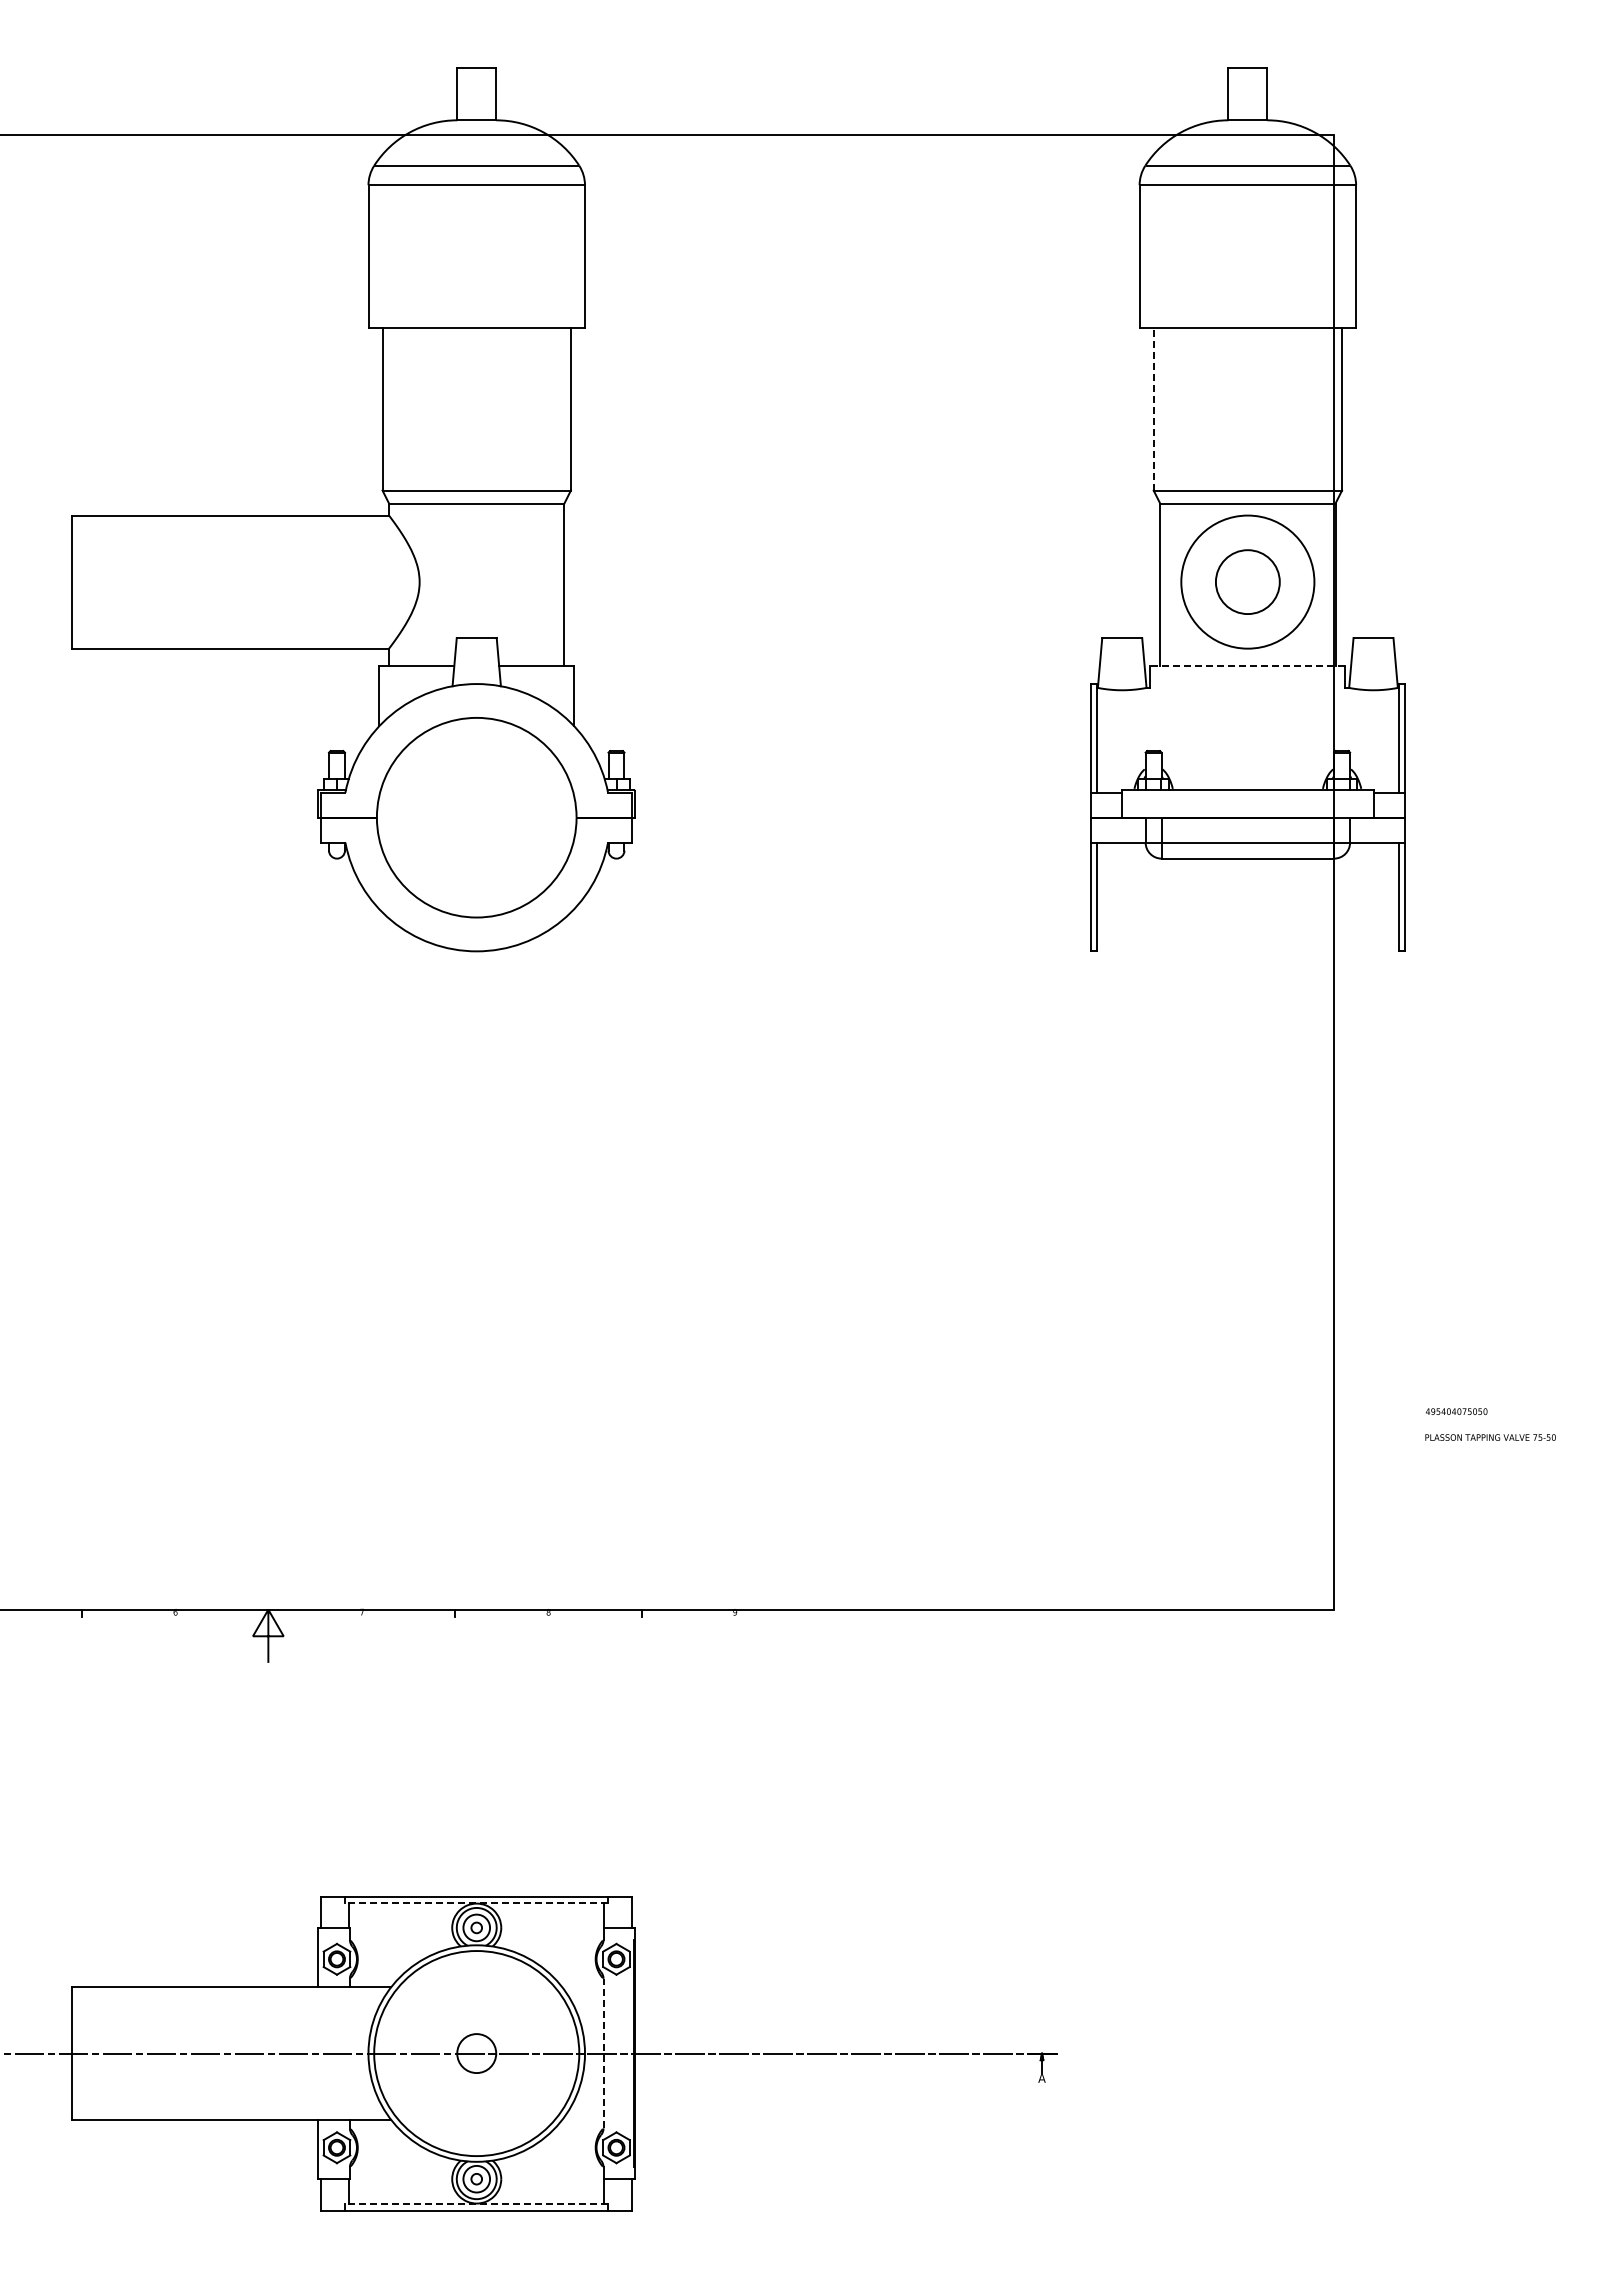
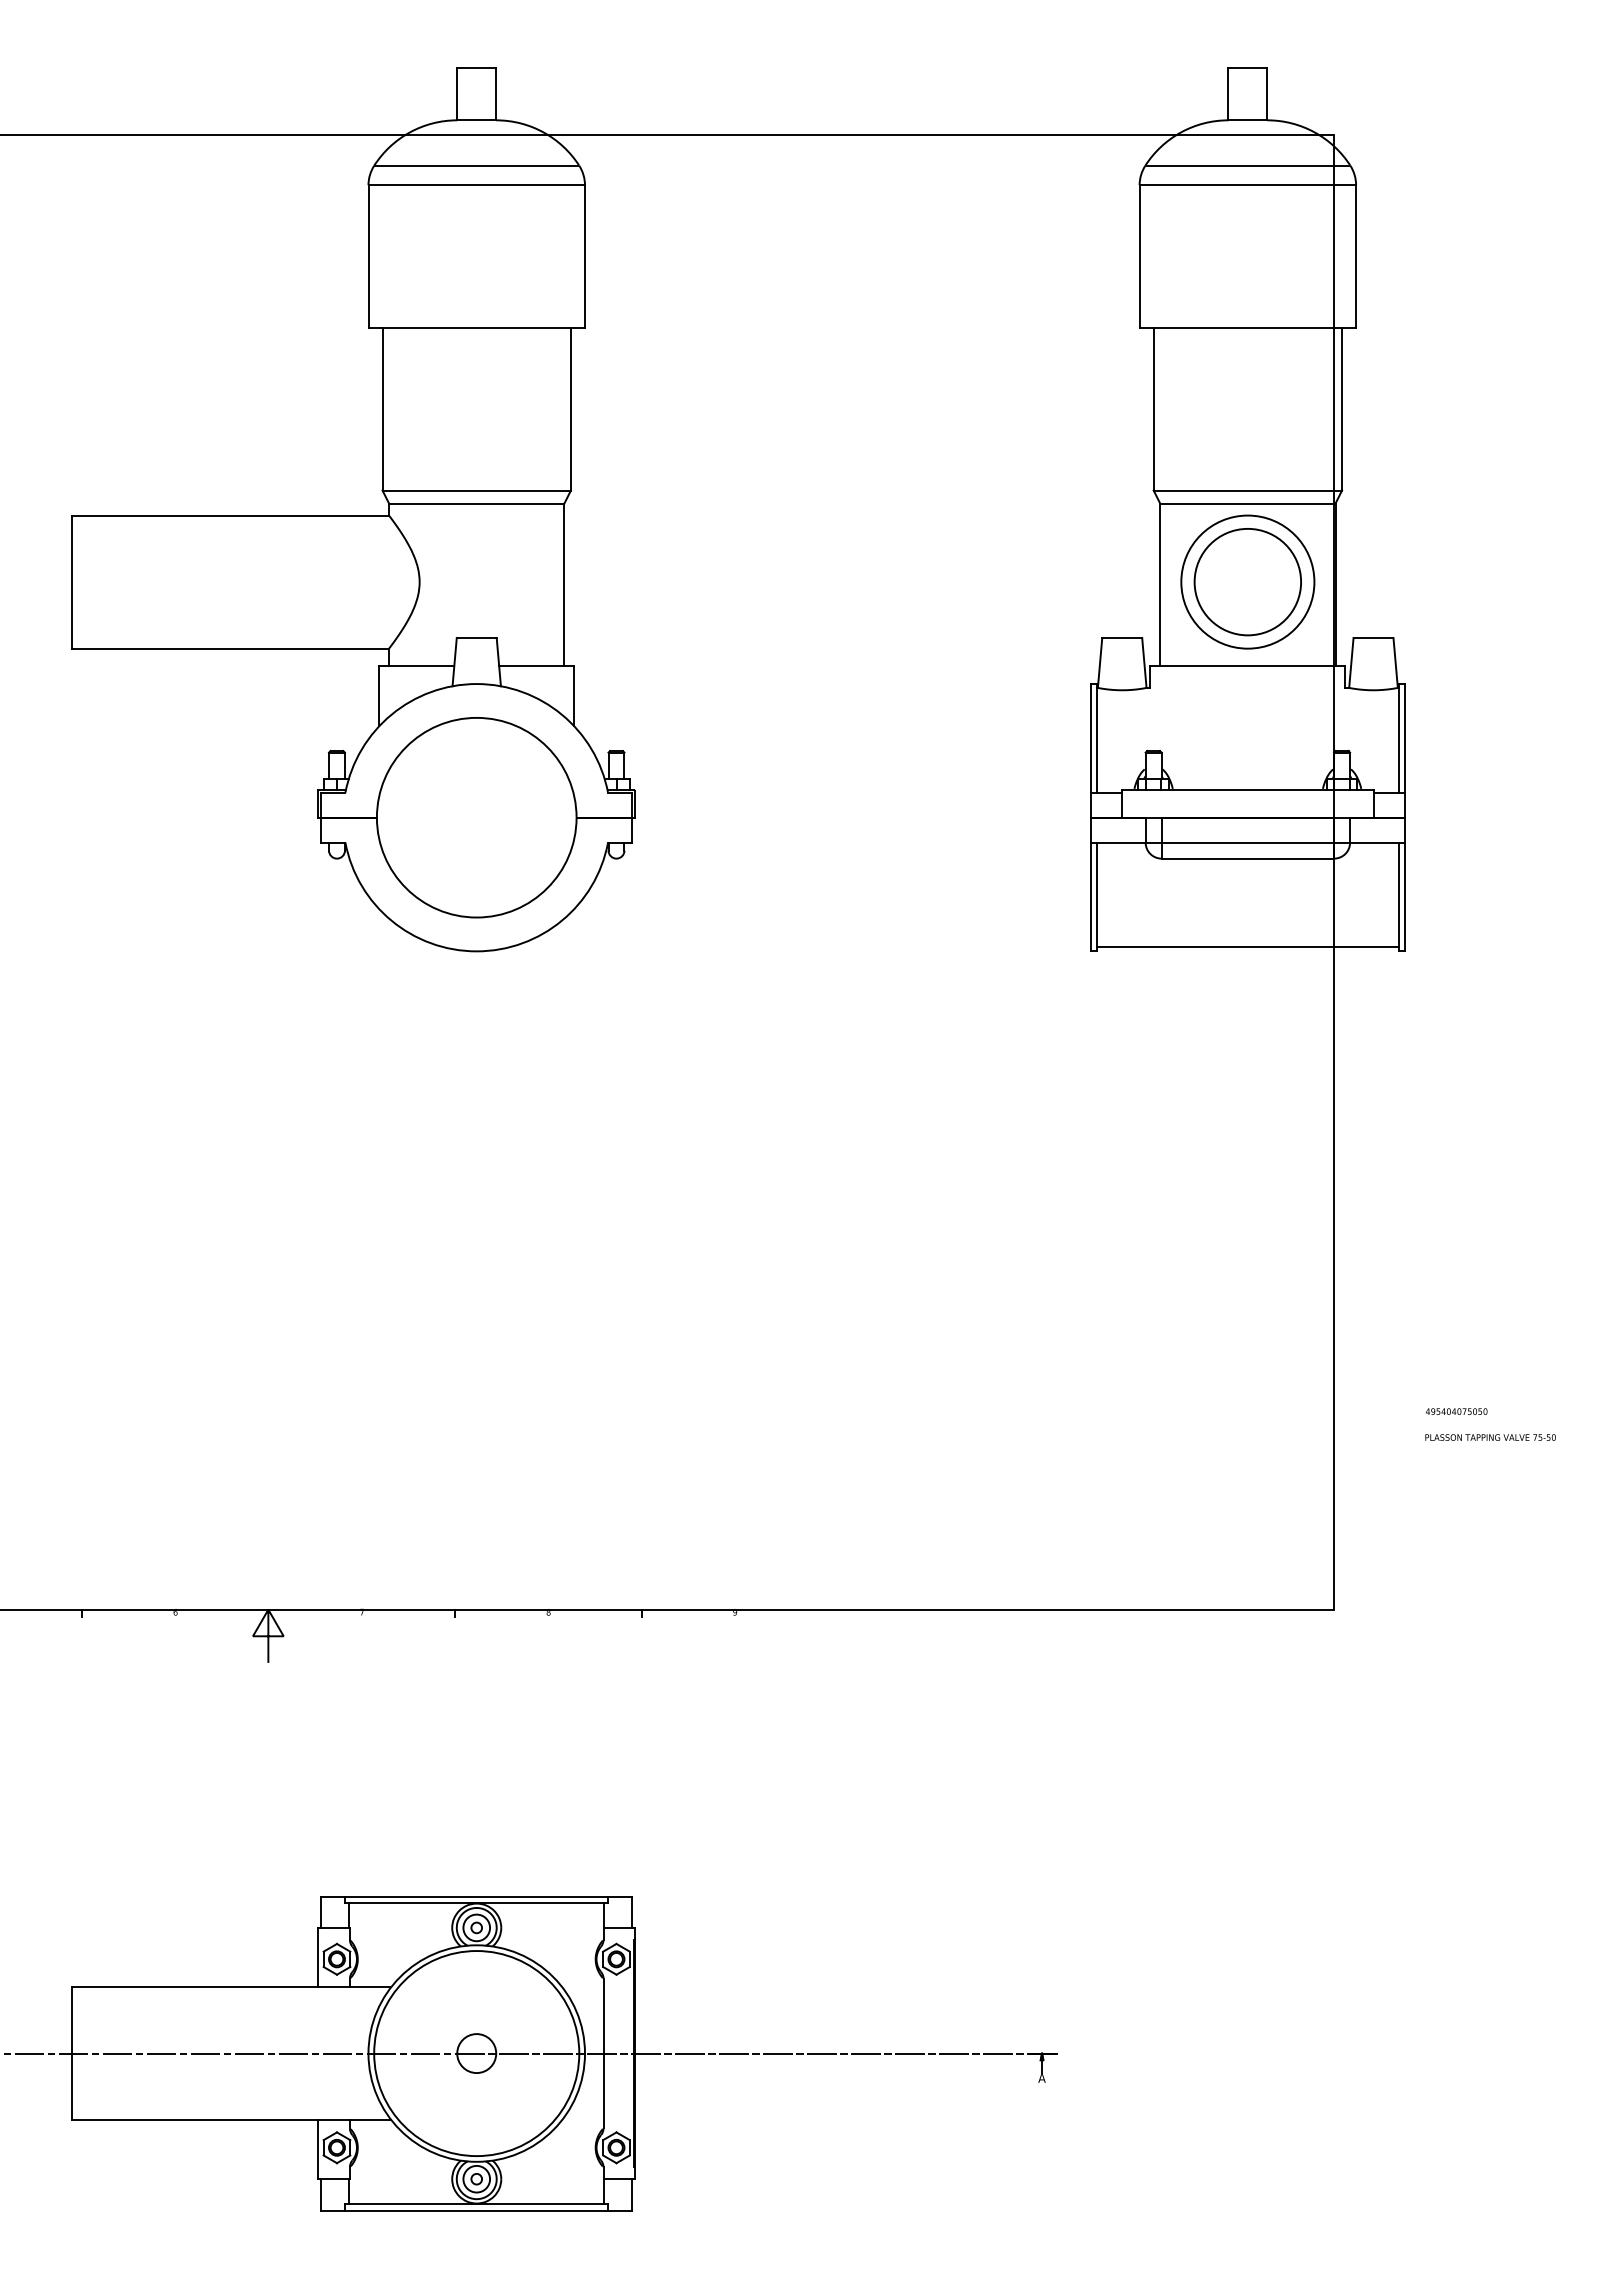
line at (1153, 408): dashed -> solid
circle at (1247, 582) diameter: 64 px -> 106 px
line at (1247, 665): dashed -> solid
line at (1247, 947): none -> present
line at (476, 1902): dashed -> solid
line at (603, 2053): dashed -> solid
line at (476, 2204): dashed -> solid
